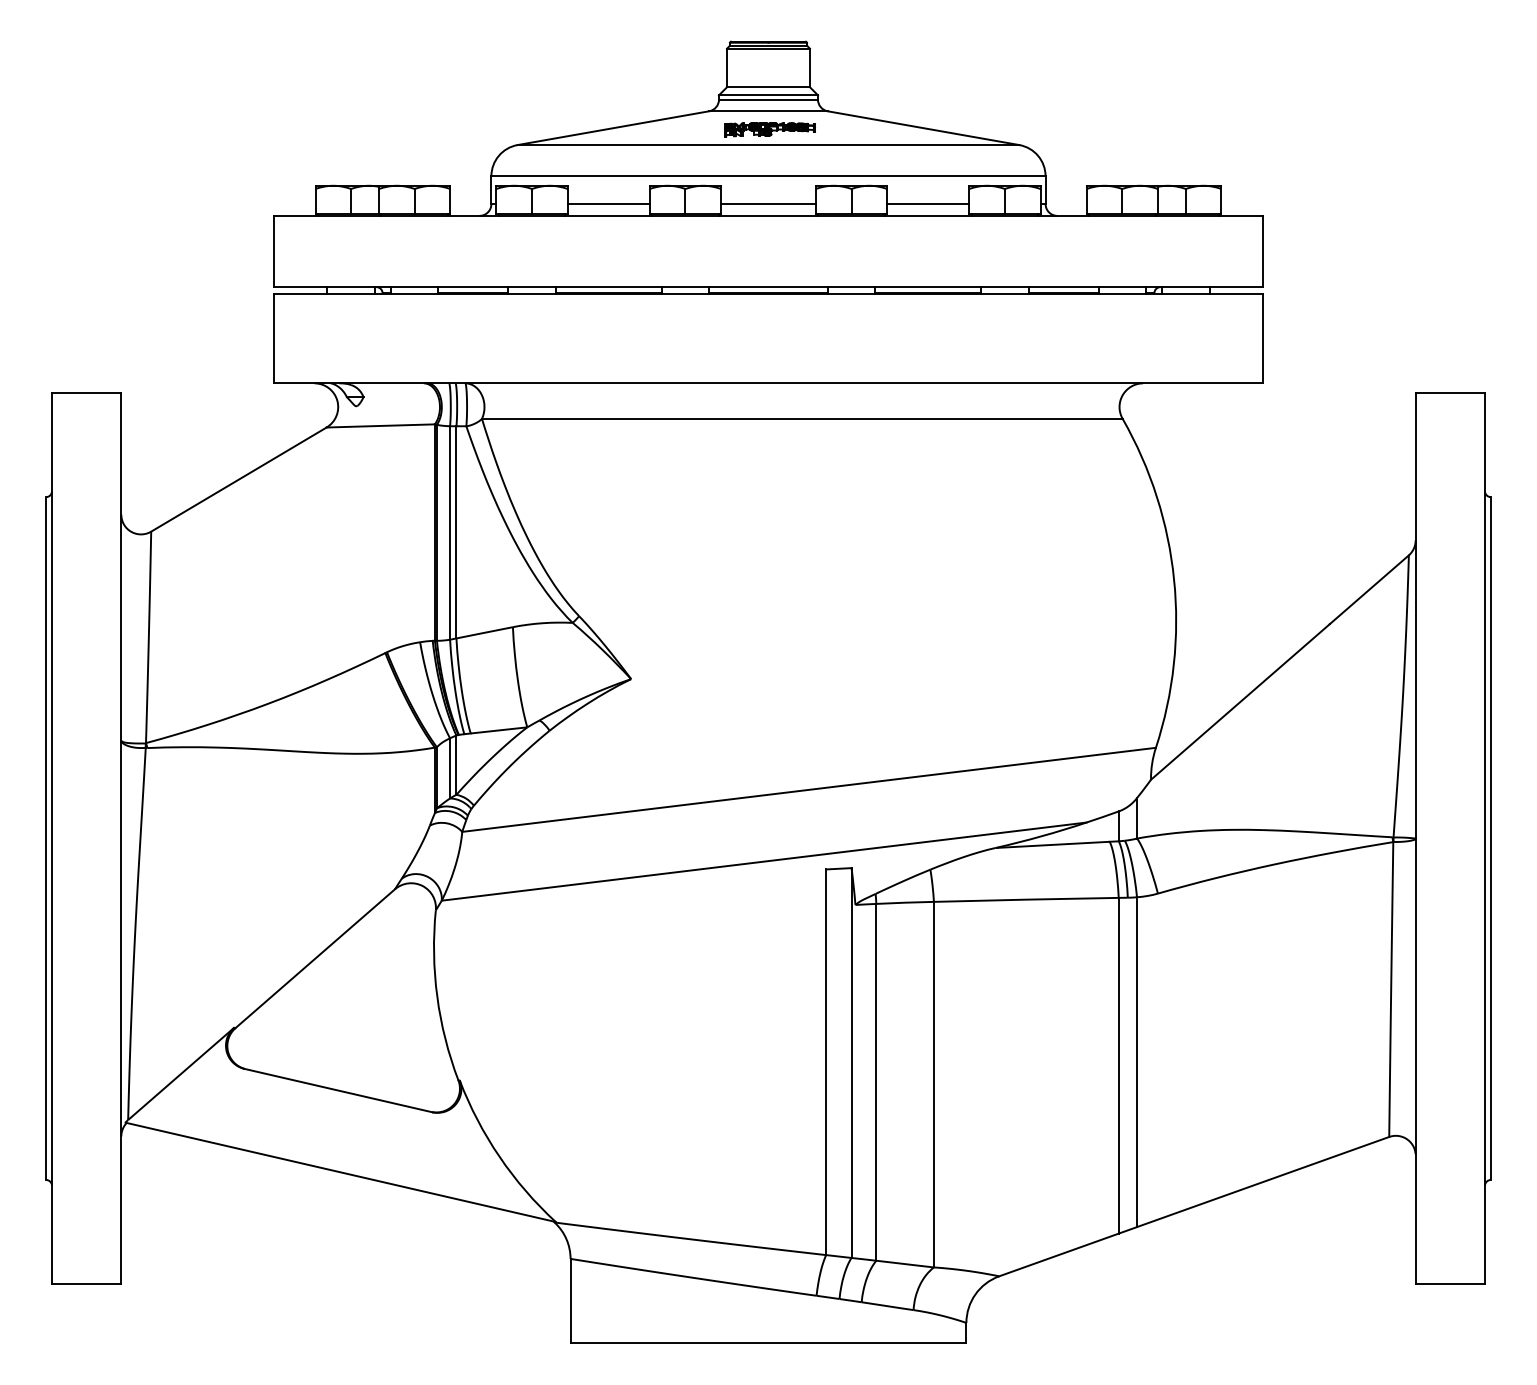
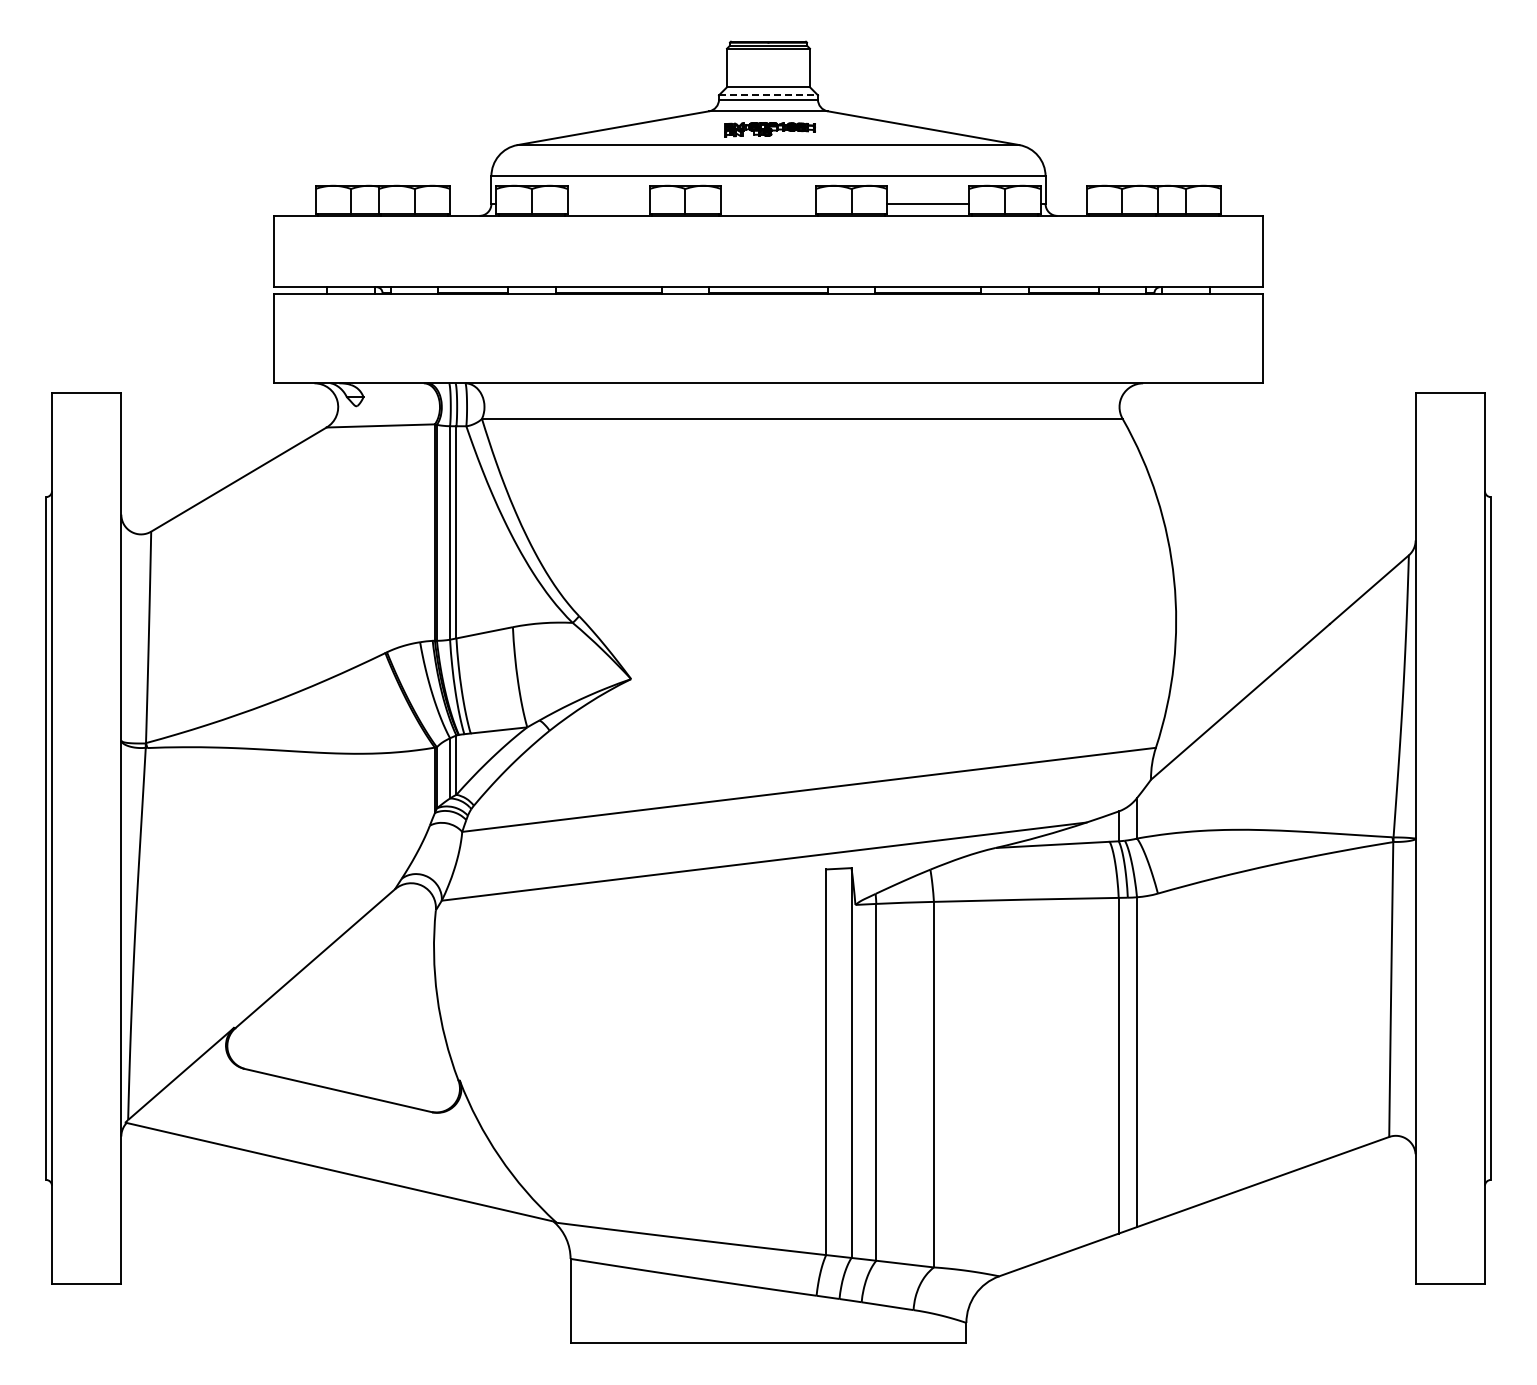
line at (768, 95): solid -> dashed
line at (608, 204): present -> none
line at (768, 204): present -> none
